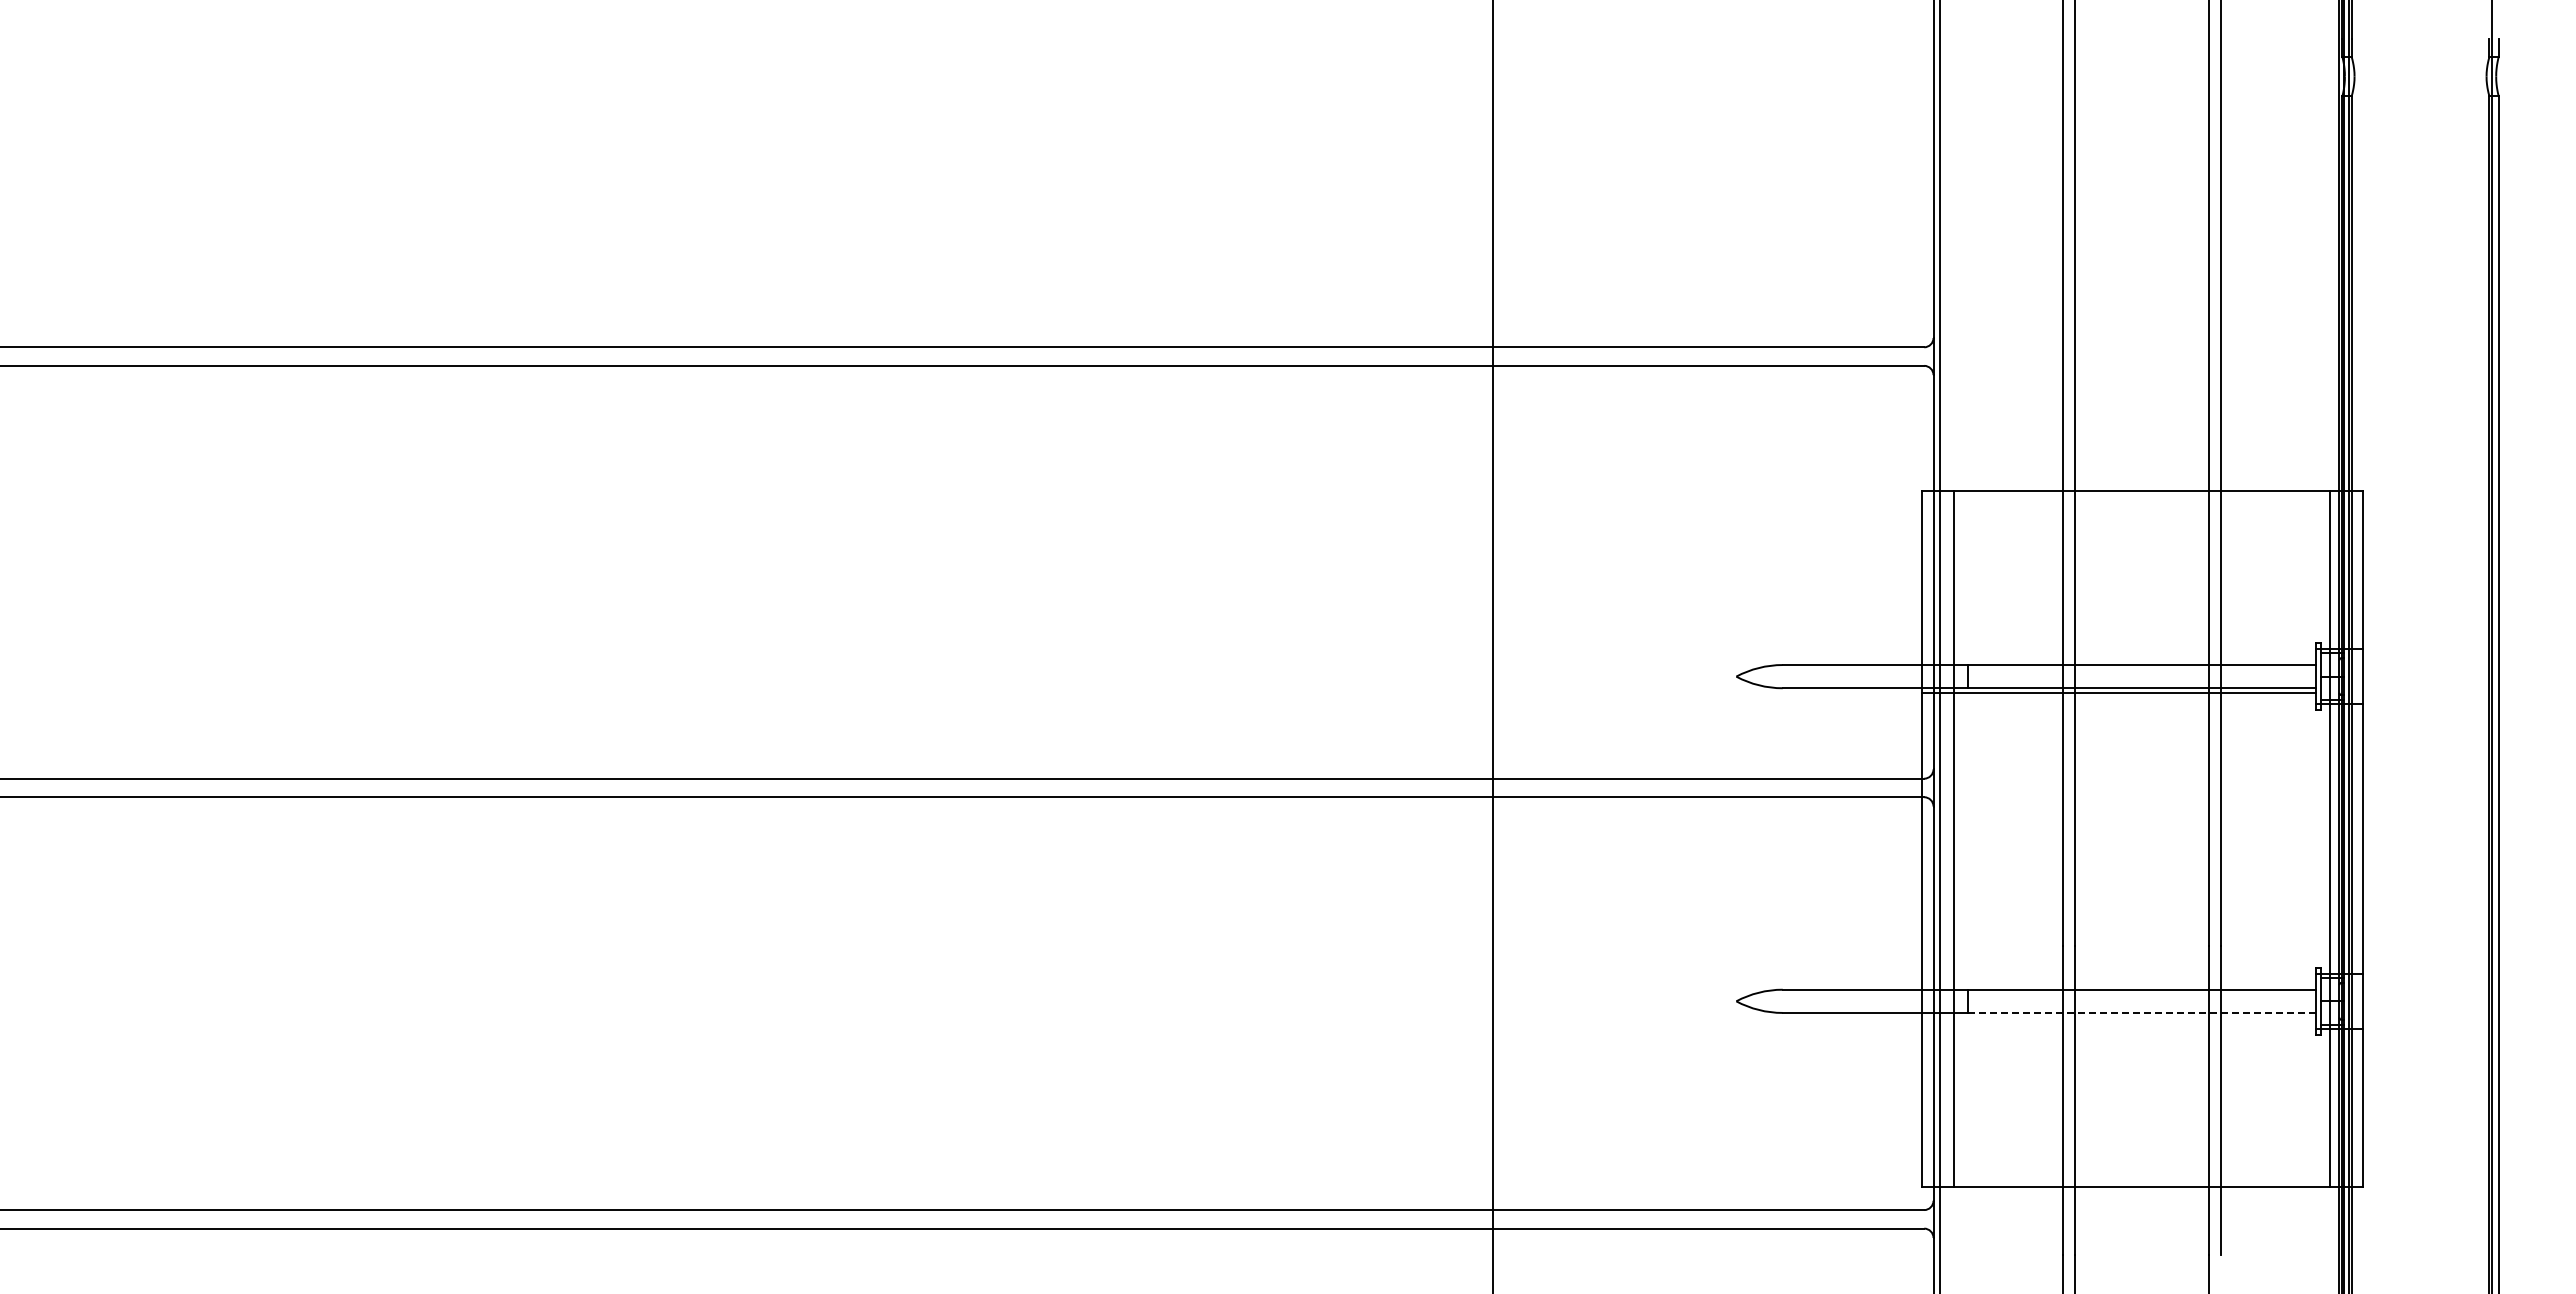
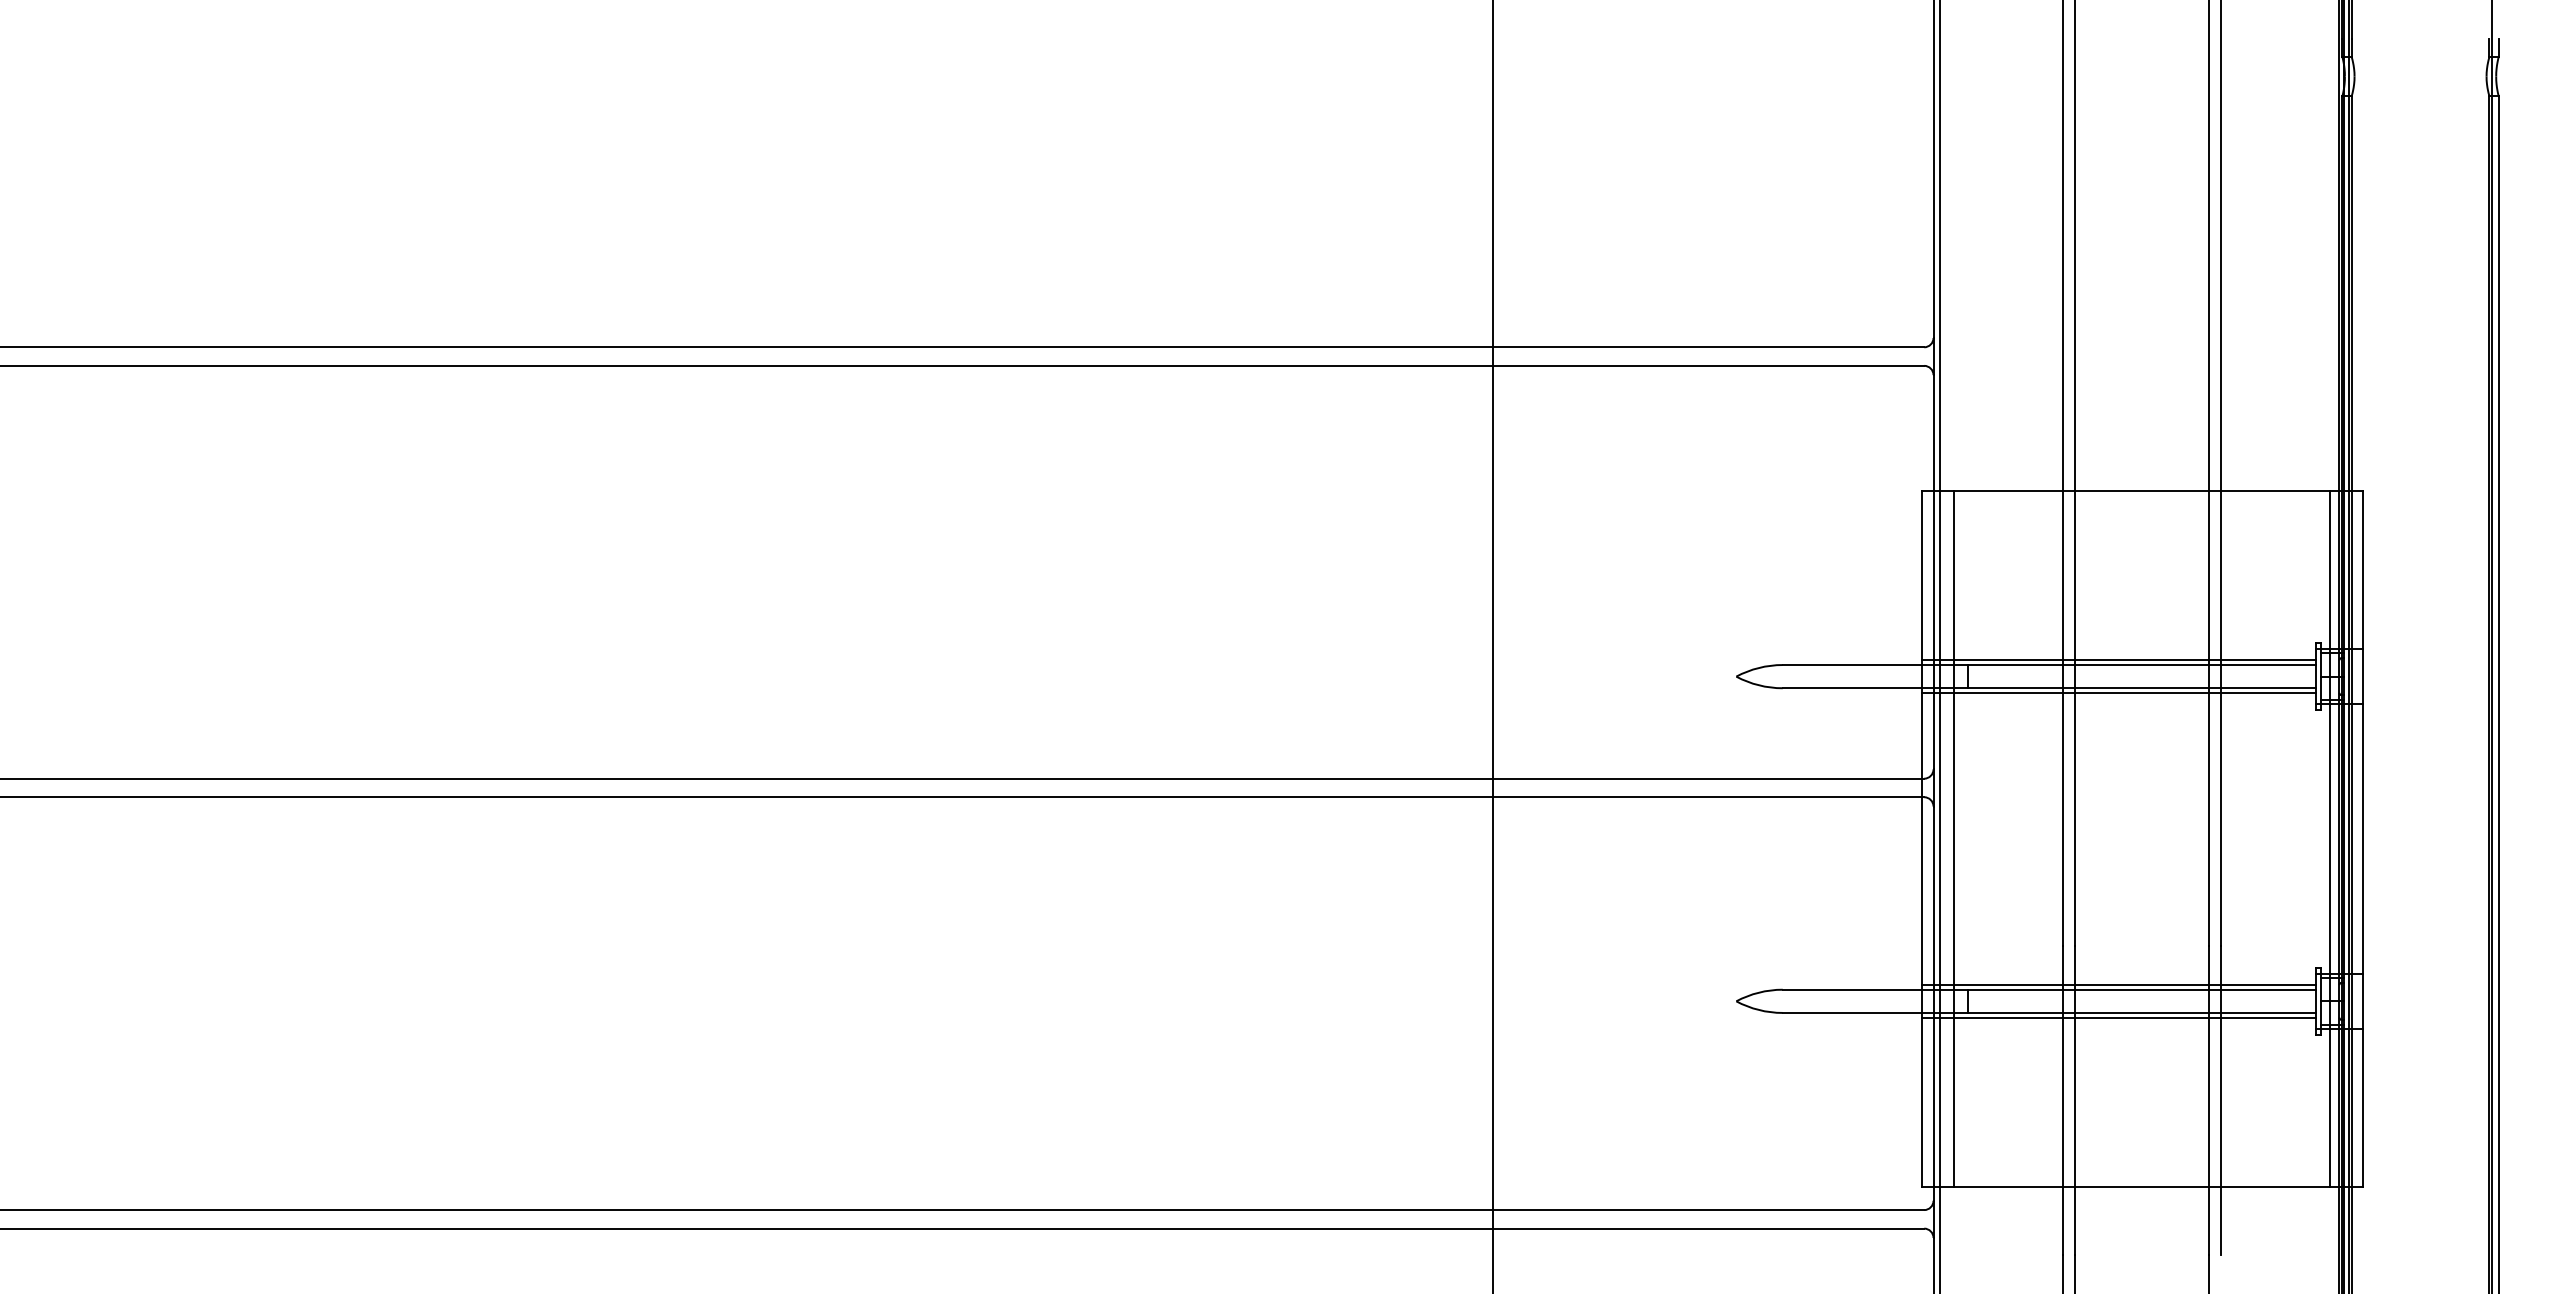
line at (2118, 660): none -> present
line at (2118, 985): none -> present
line at (2142, 1012): dashed -> solid
line at (2118, 1017): none -> present
